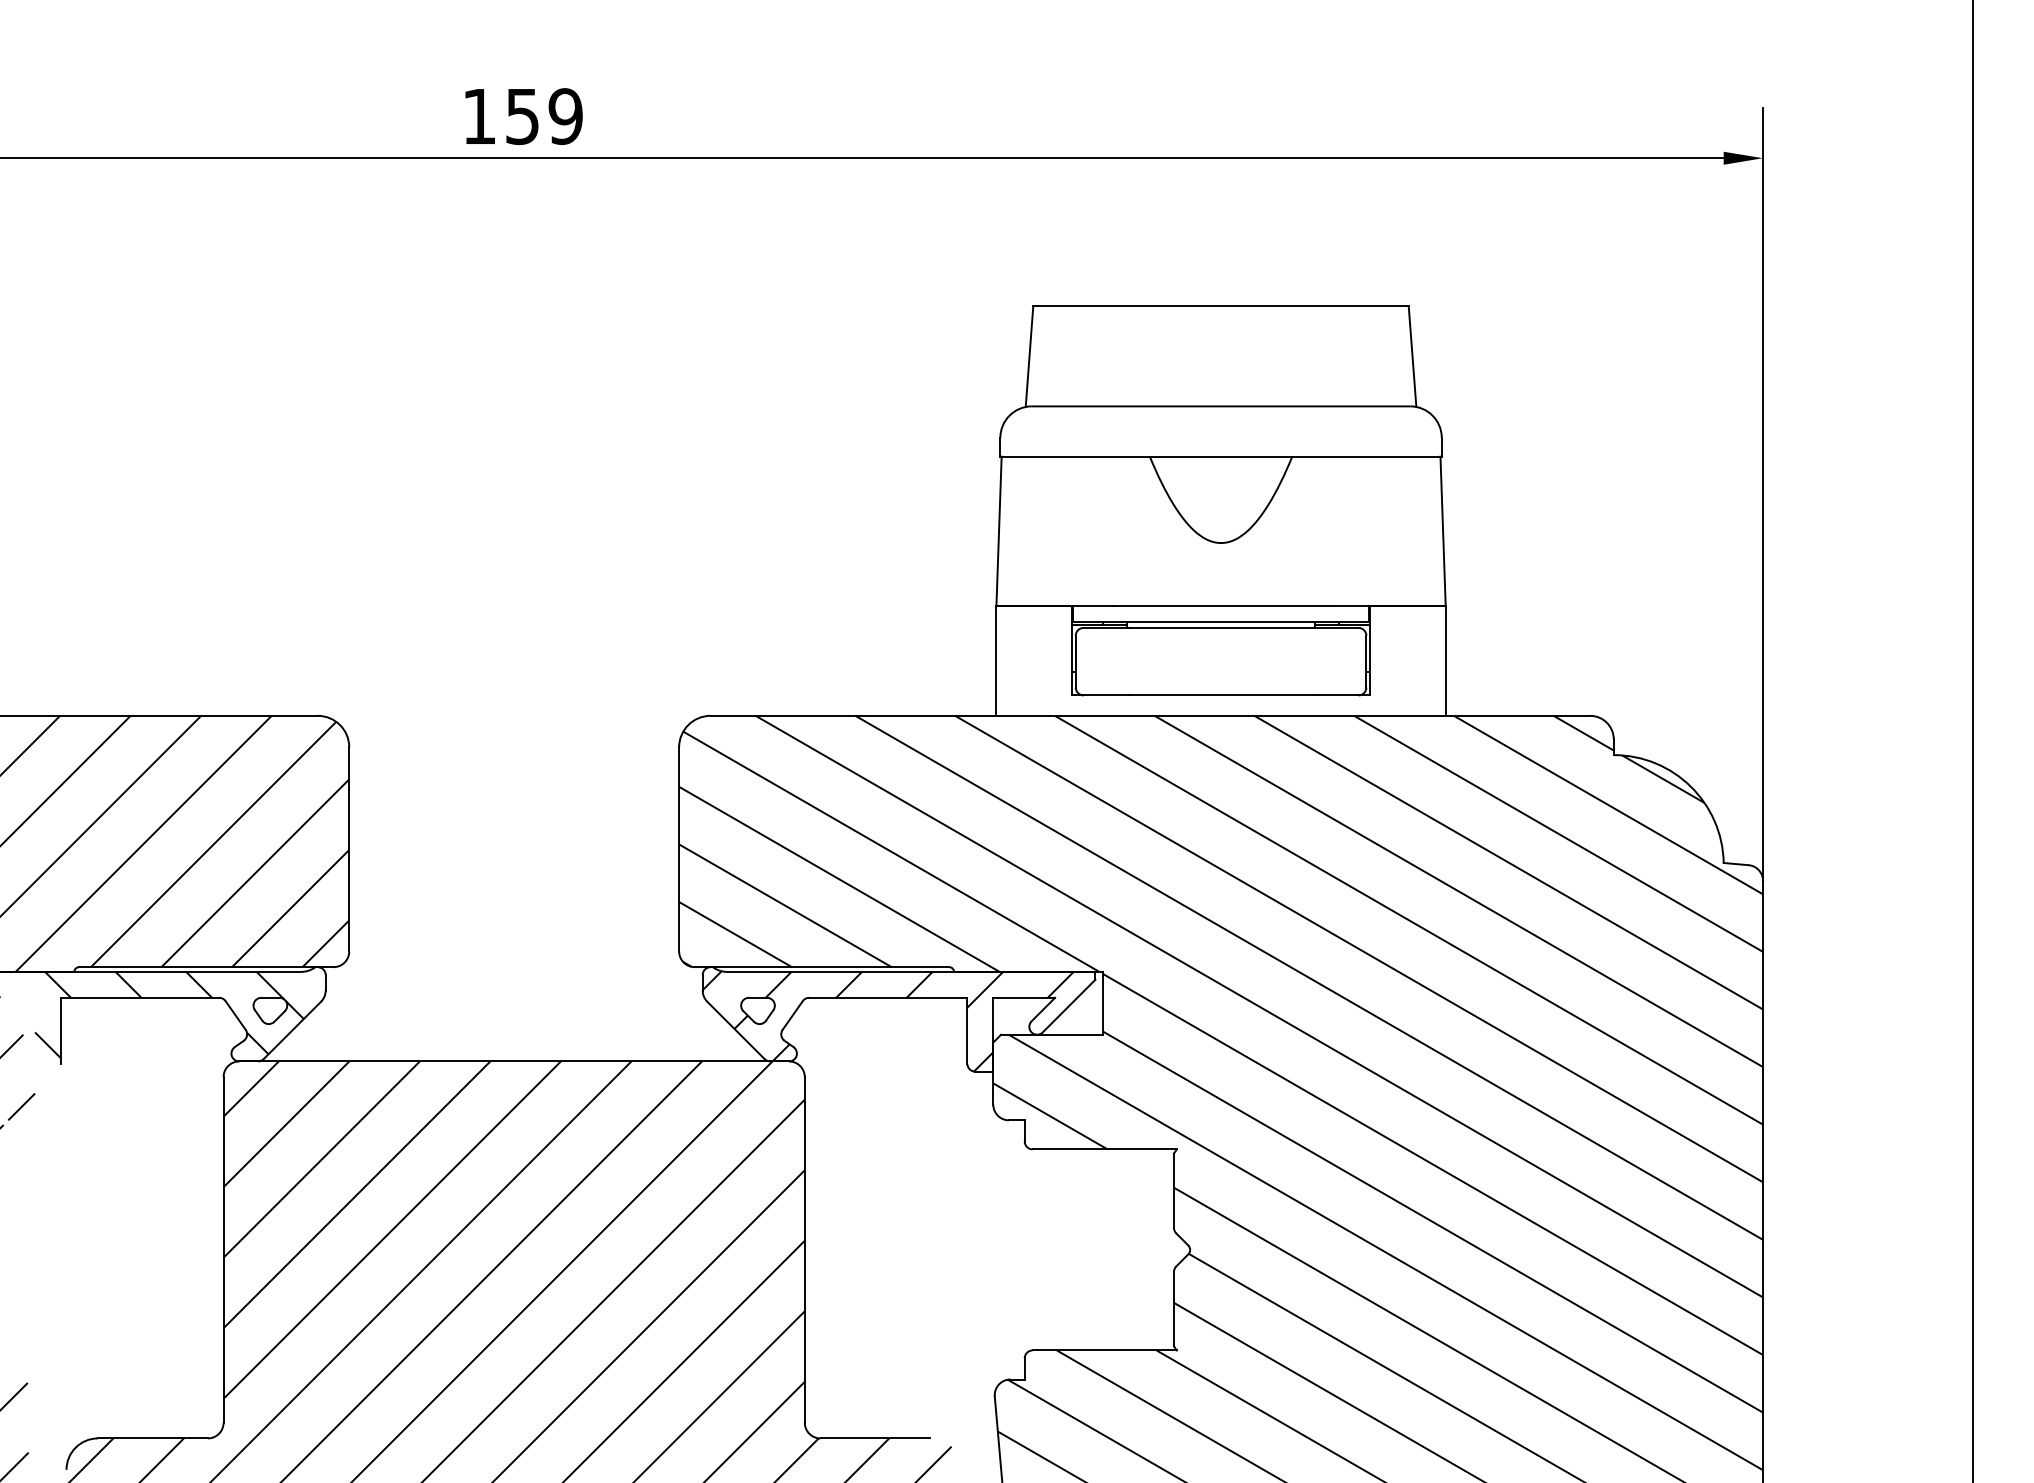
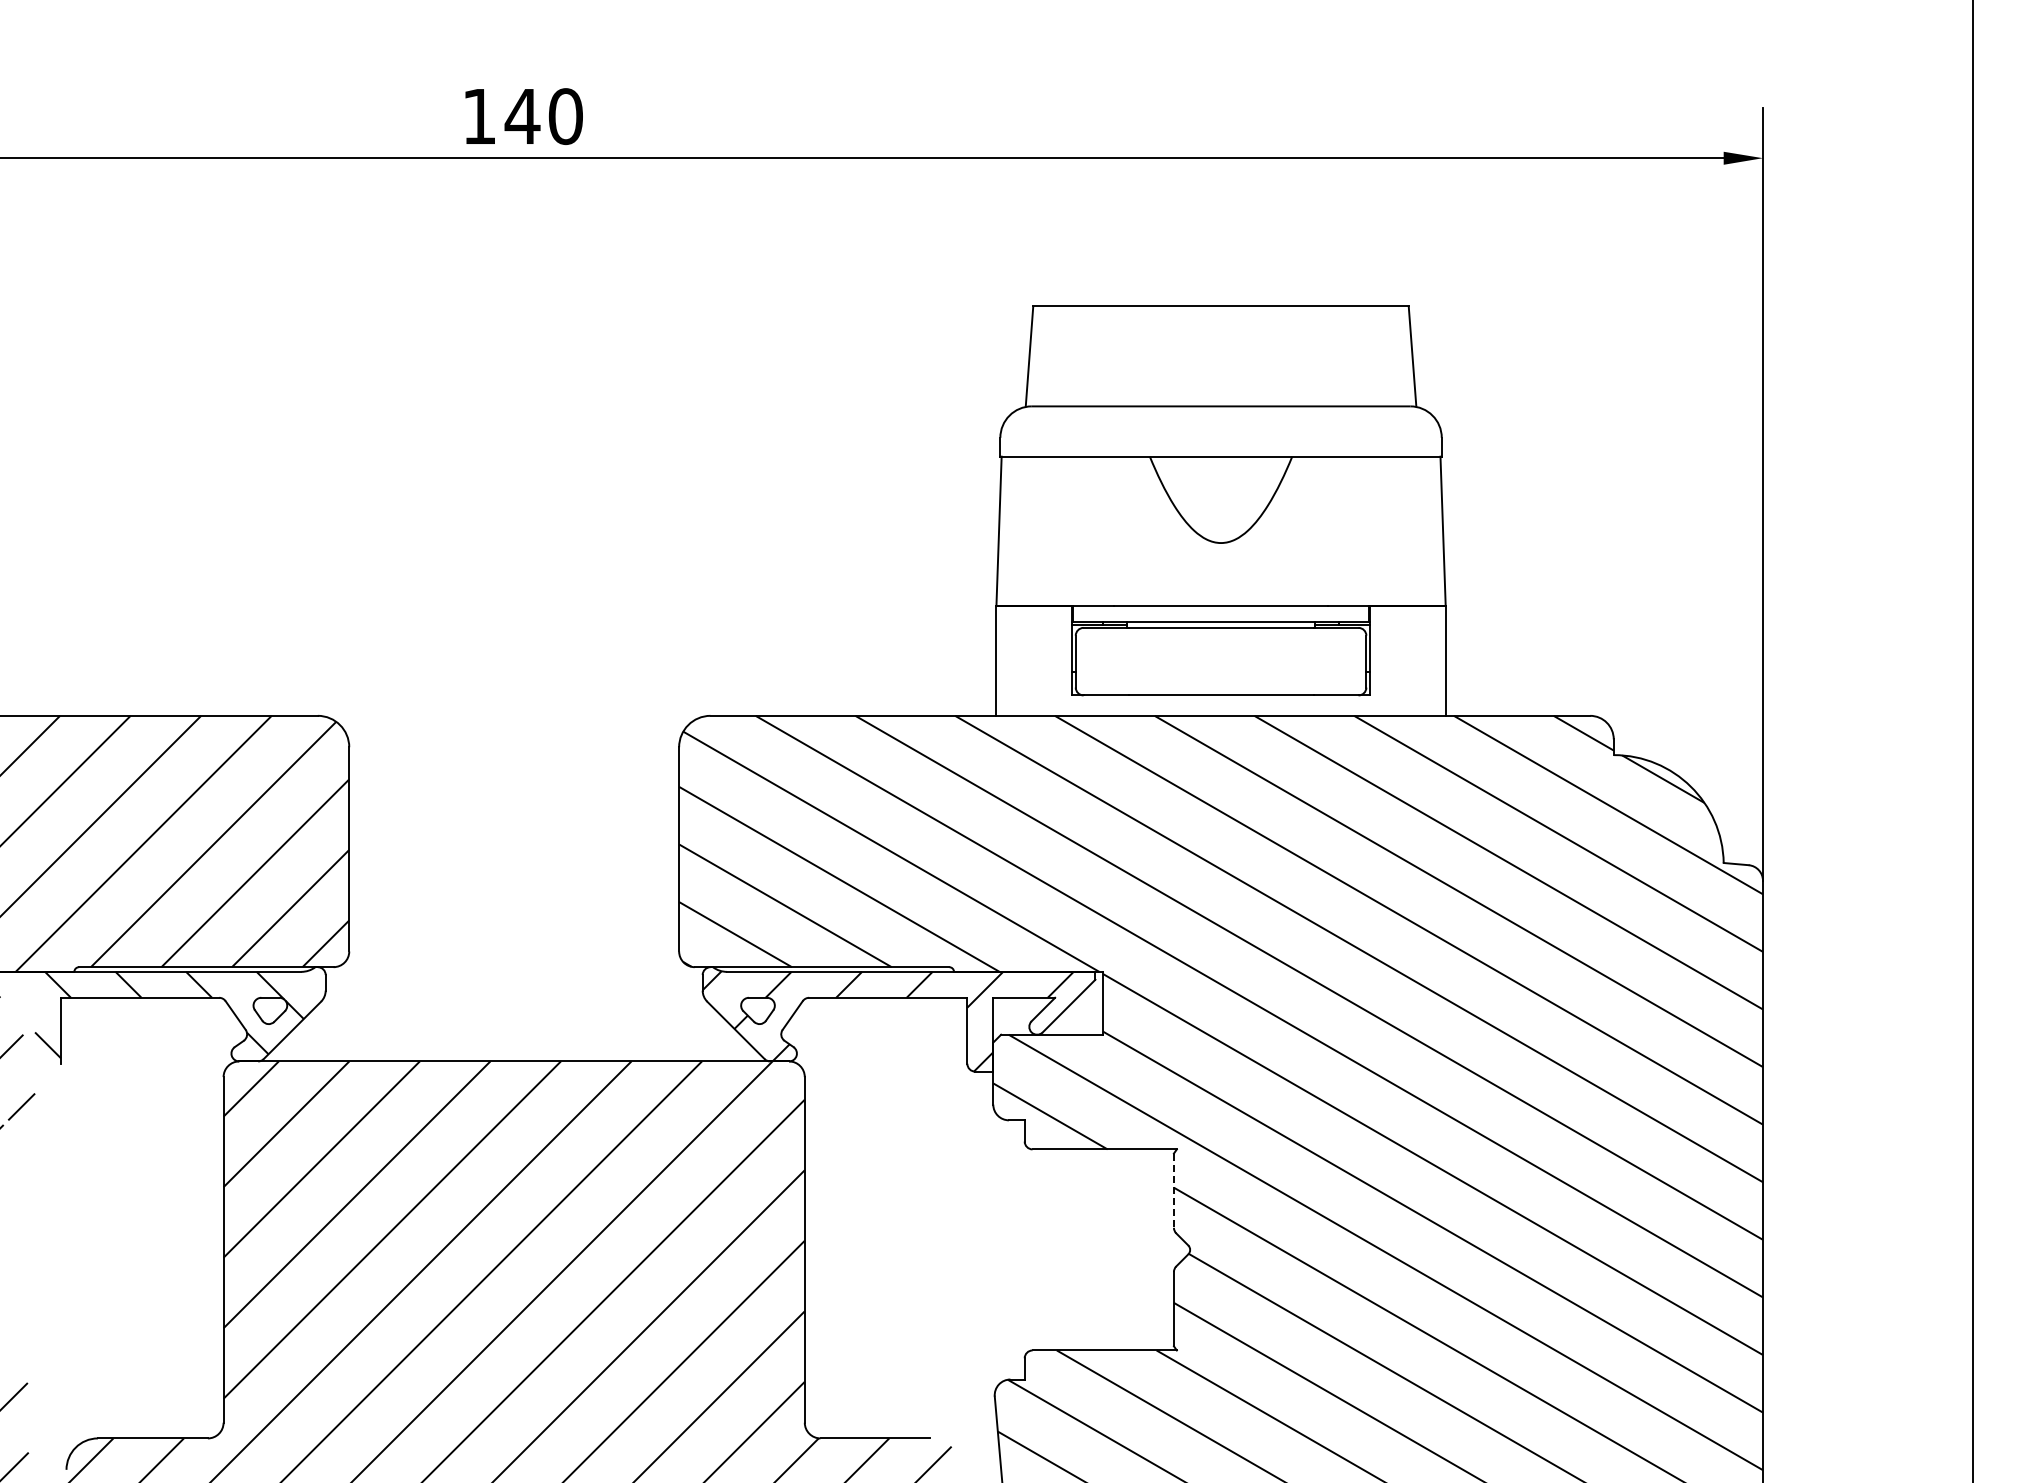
text at (543, 116): 159 -> 140
line at (1173, 1191): solid -> dashed
